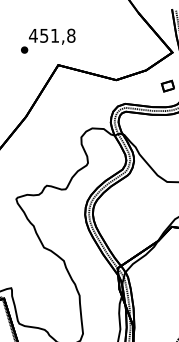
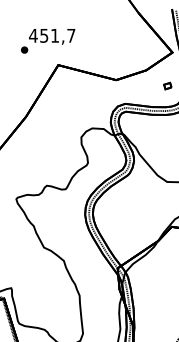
text at (71, 35): 451,8 -> 451,7
part at (167, 85) size: 15x14 px -> 10x10 px
